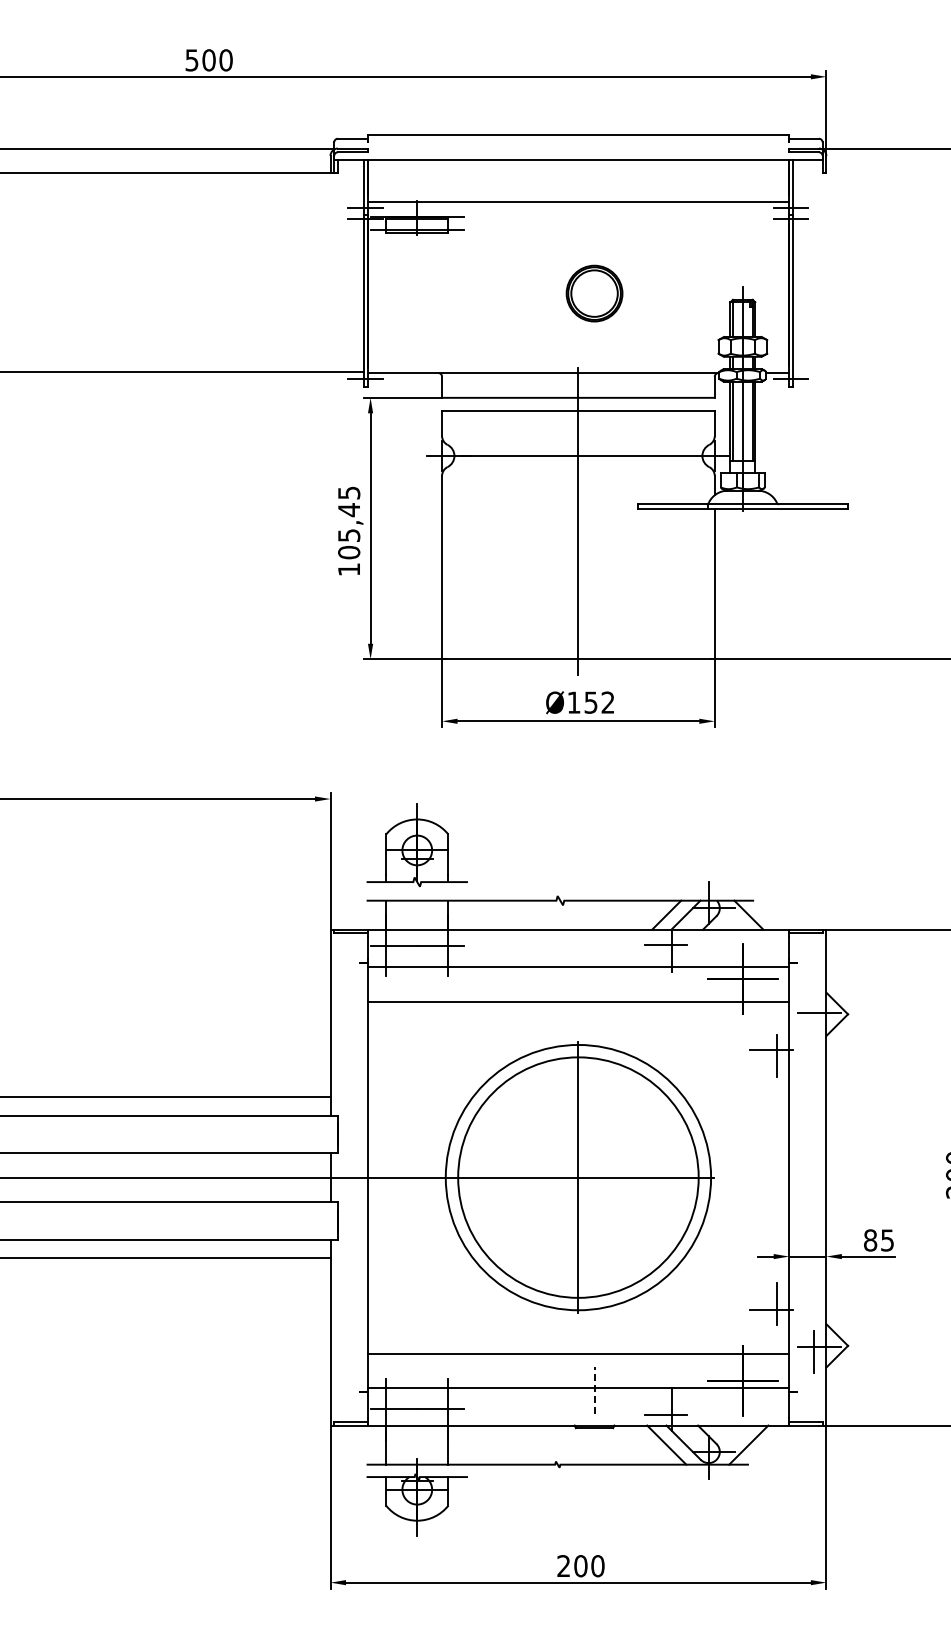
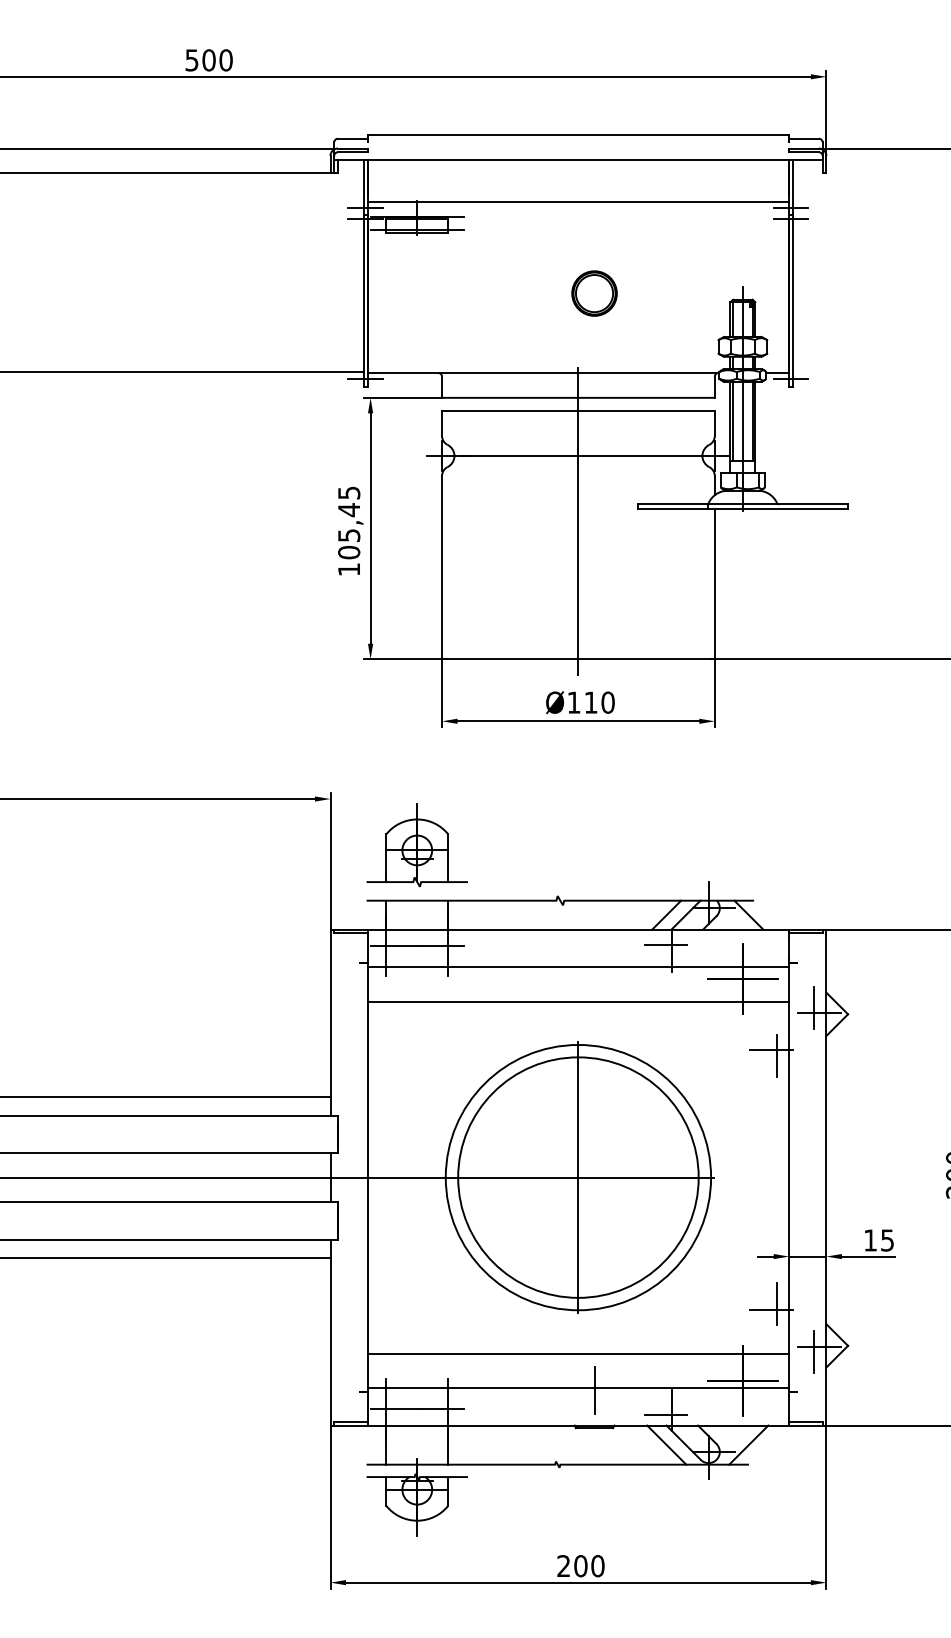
part at (594, 293) size: 59x59 px -> 47x47 px
text at (599, 702): 152 -> 110
line at (813, 1007): none -> present
text at (870, 1240): 85 -> 15
line at (594, 1390): dashed -> solid
